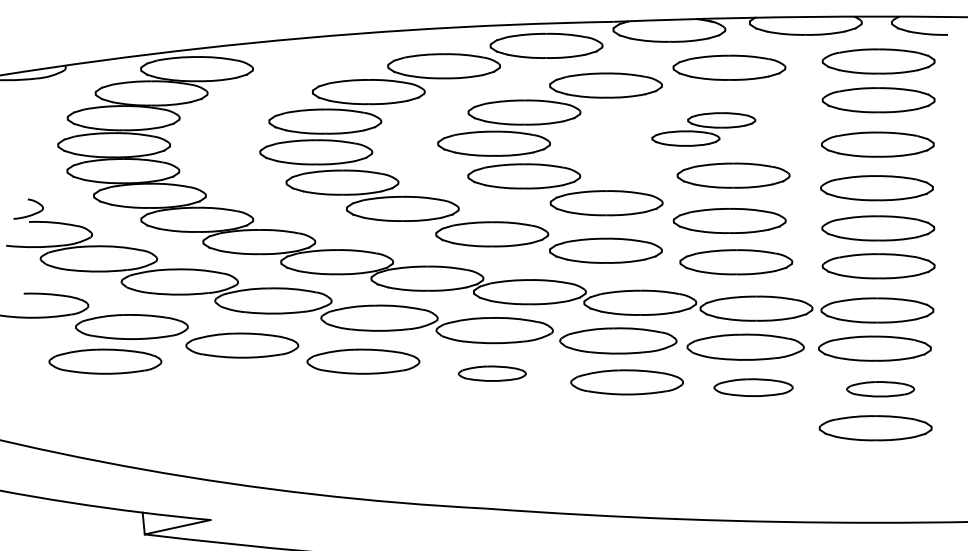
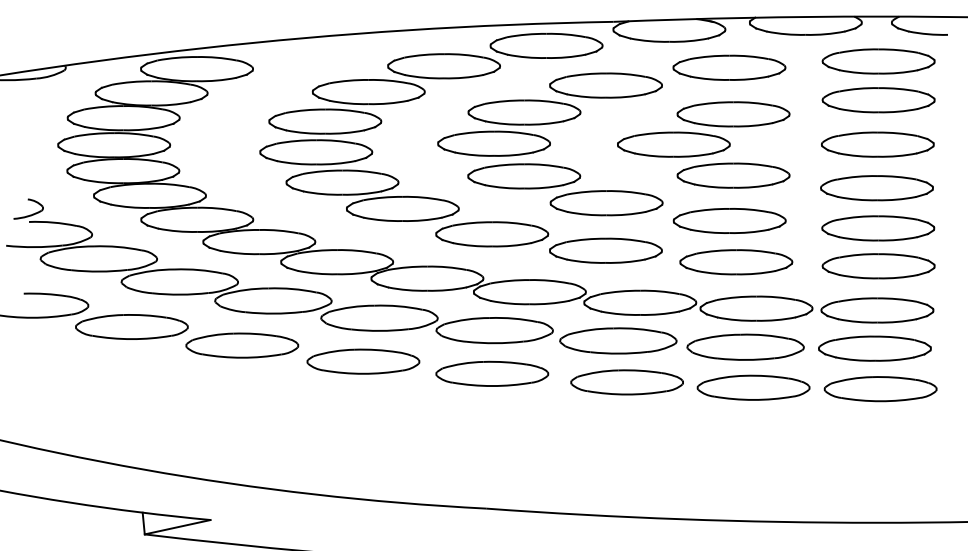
part at (703, 129) size: 106x35 px -> 174x57 px
part at (105, 361): present -> none
part at (492, 373) size: 69x17 px -> 115x27 px
part at (753, 387) size: 81x19 px -> 115x27 px
part at (880, 389) size: 69x17 px -> 115x27 px
part at (875, 428): present -> none
